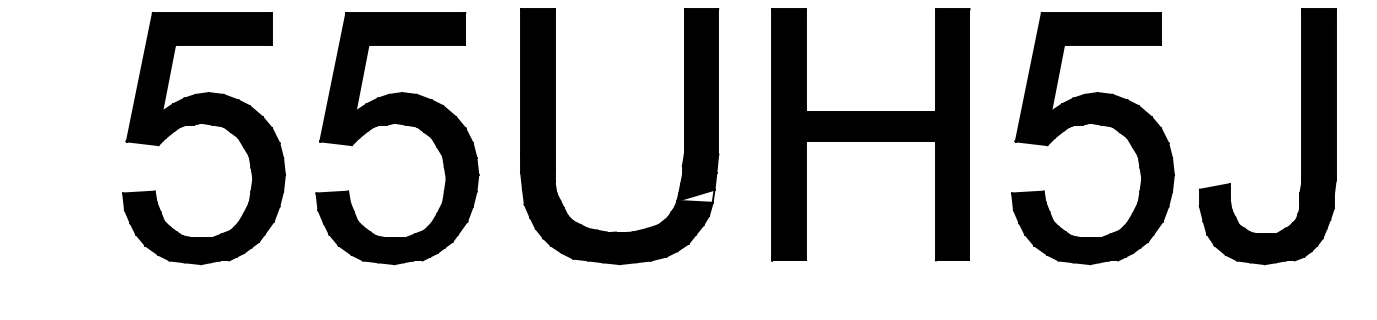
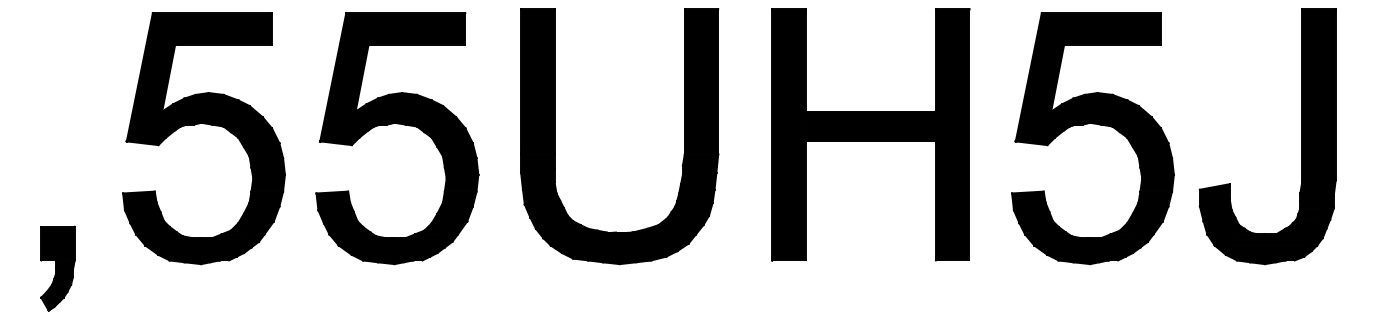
fill at (695, 195): none -> present
part at (57, 268): none -> present
